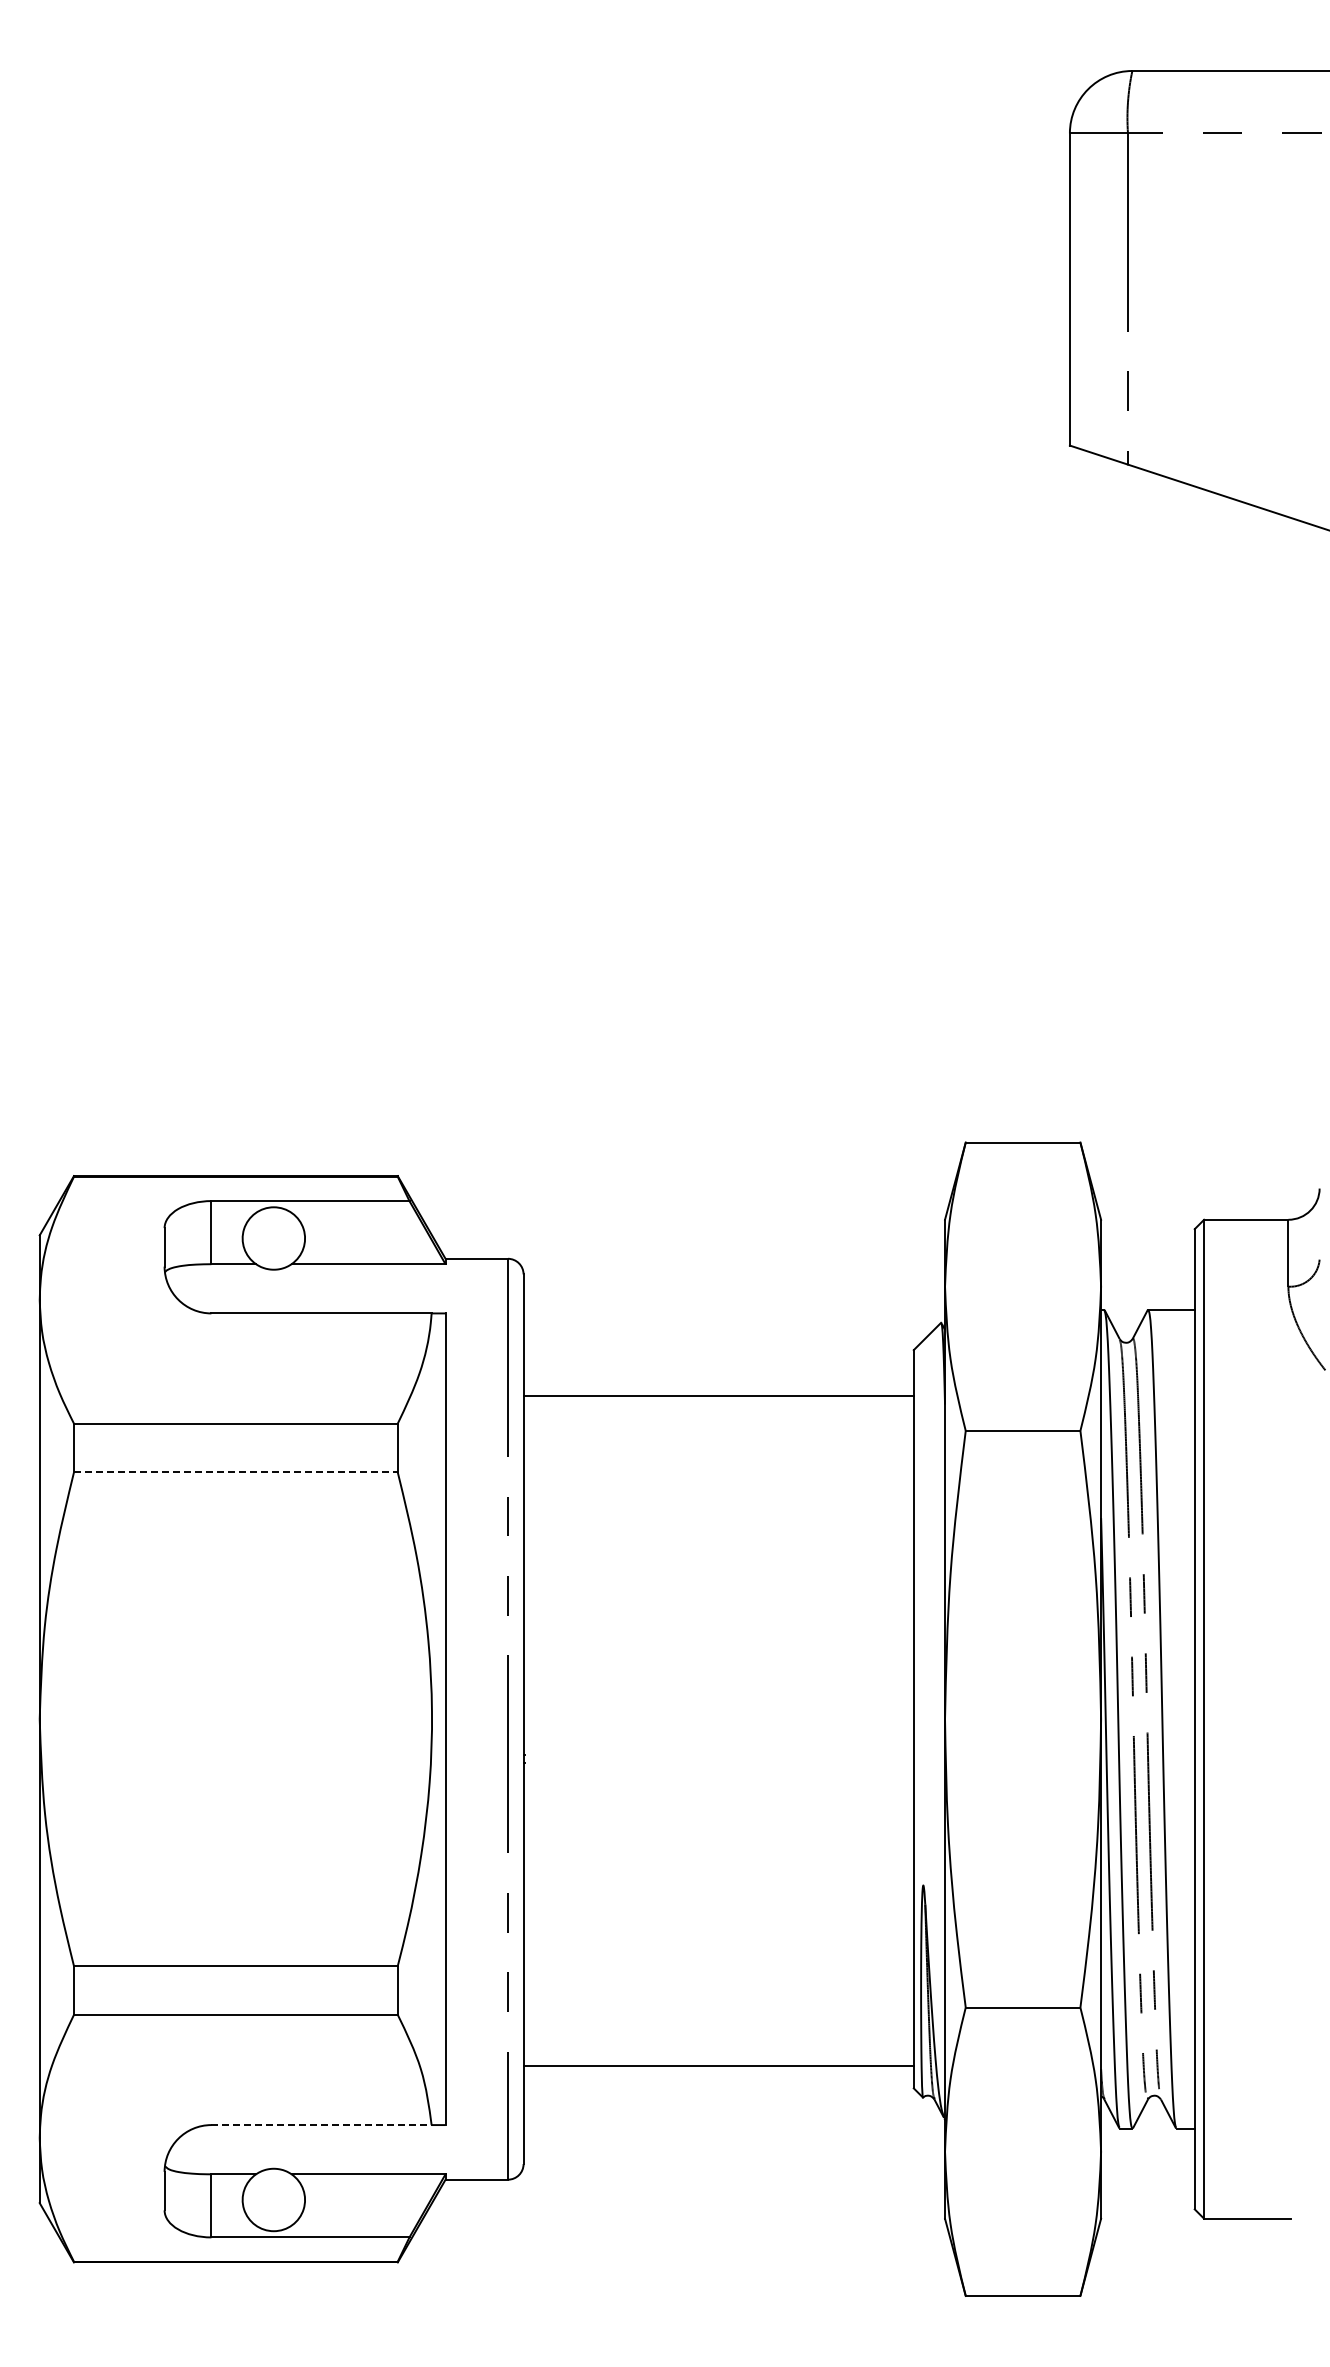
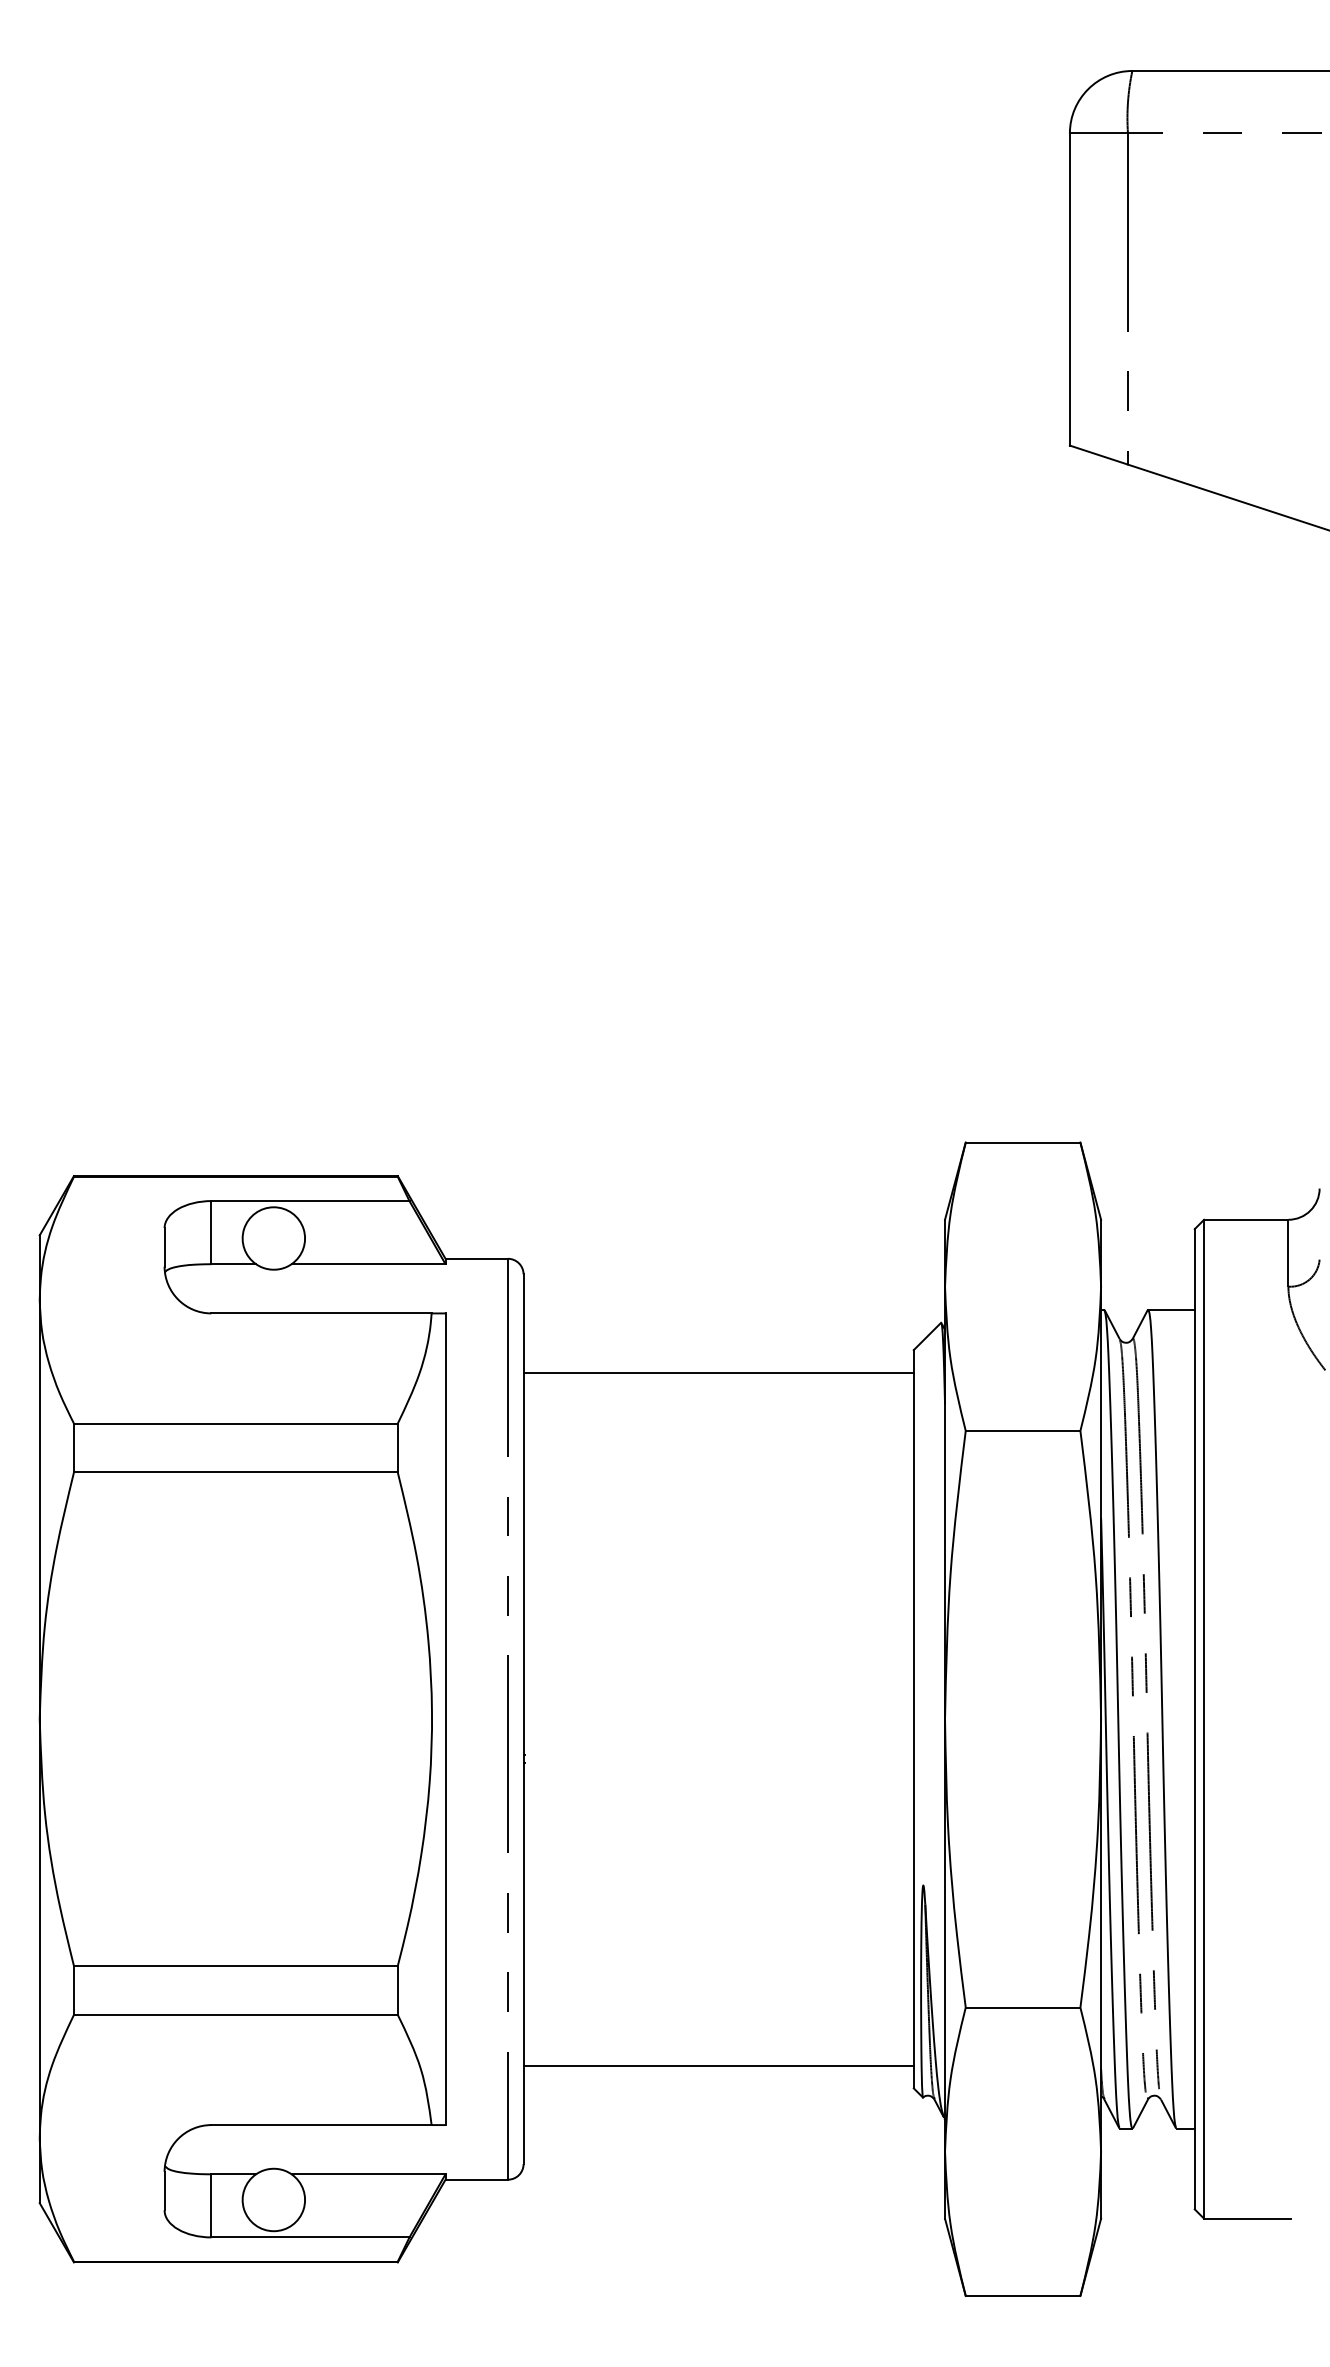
line at (718, 1395) position: (718, 1395) -> (718, 1372)
line at (235, 1472): dashed -> solid
line at (322, 2125): dashed -> solid
